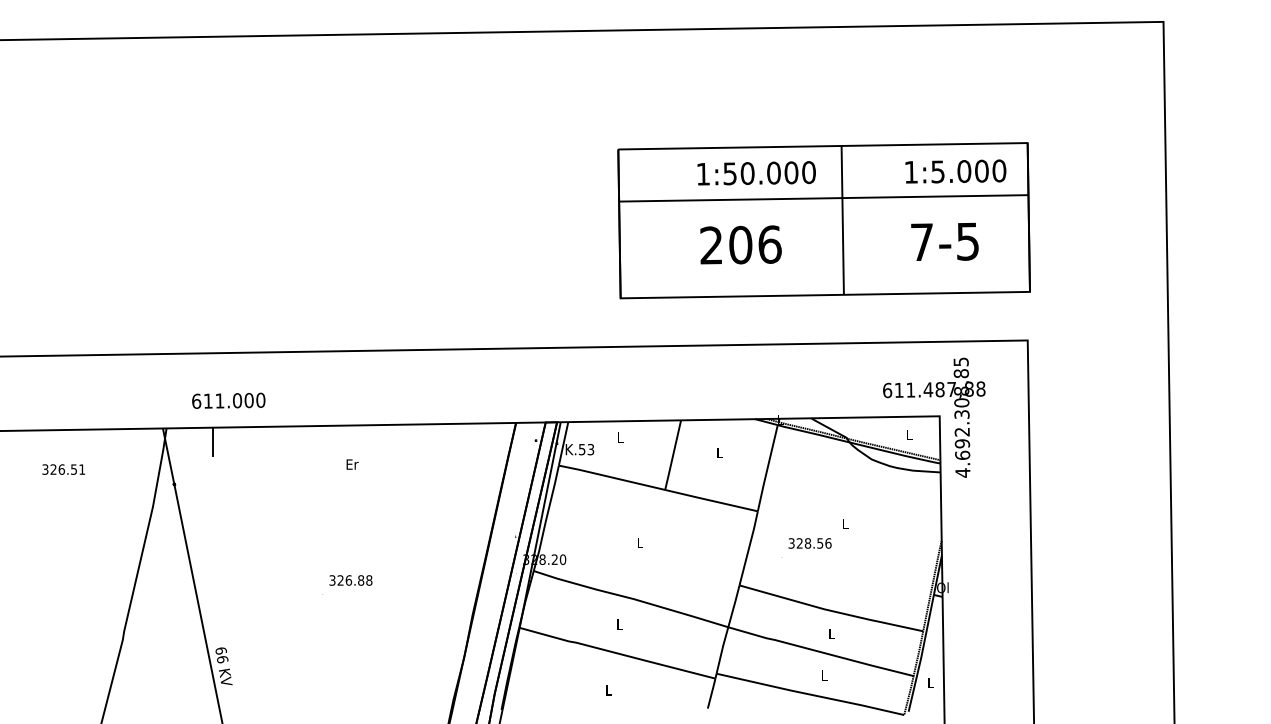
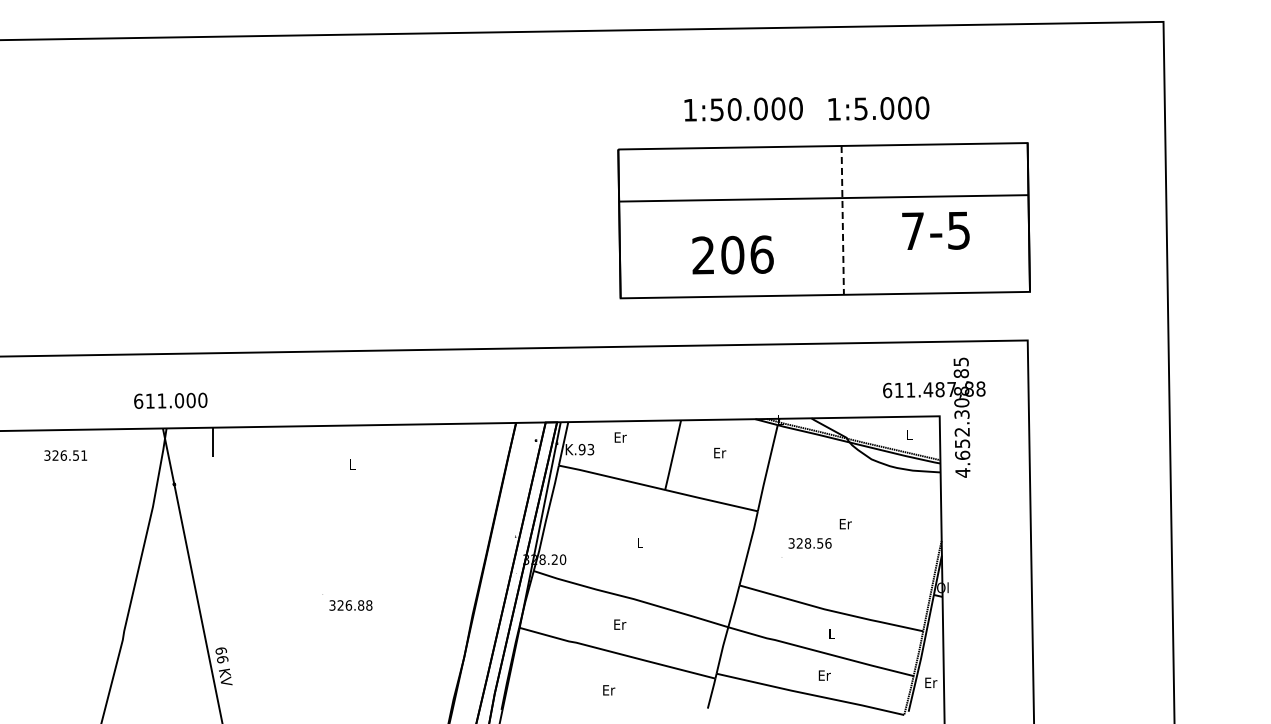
text at (955, 171) position: (955, 171) -> (878, 108)
text at (756, 173) position: (756, 173) -> (743, 109)
line at (842, 220): solid -> dashed
text at (944, 241) position: (944, 241) -> (935, 230)
text at (740, 244) position: (740, 244) -> (732, 254)
text at (228, 400) position: (228, 400) -> (170, 400)
text at (620, 437): L -> Er
text at (961, 443): 4.692.308,85 -> 4.652.308,85
text at (581, 449): K.53 -> K.93
text at (720, 452): L -> Er
text at (352, 464): Er -> L
text at (63, 469) position: (63, 469) -> (65, 455)
text at (845, 524): L -> Er
text at (350, 580) position: (350, 580) -> (350, 605)
text at (620, 624): L -> Er
text at (824, 675): L -> Er
text at (931, 682): L -> Er
text at (609, 690): L -> Er
